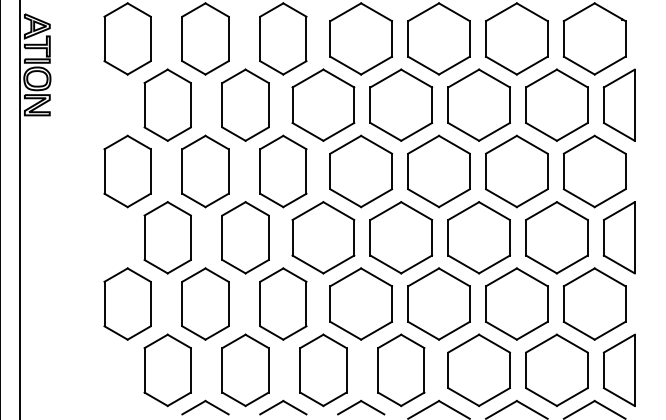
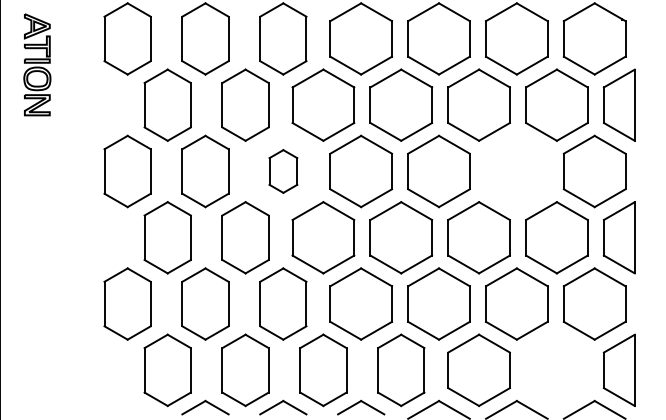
part at (283, 171) size: 49x75 px -> 31x45 px
part at (516, 171): present -> none
line at (19, 209): present -> none
part at (556, 369): present -> none
